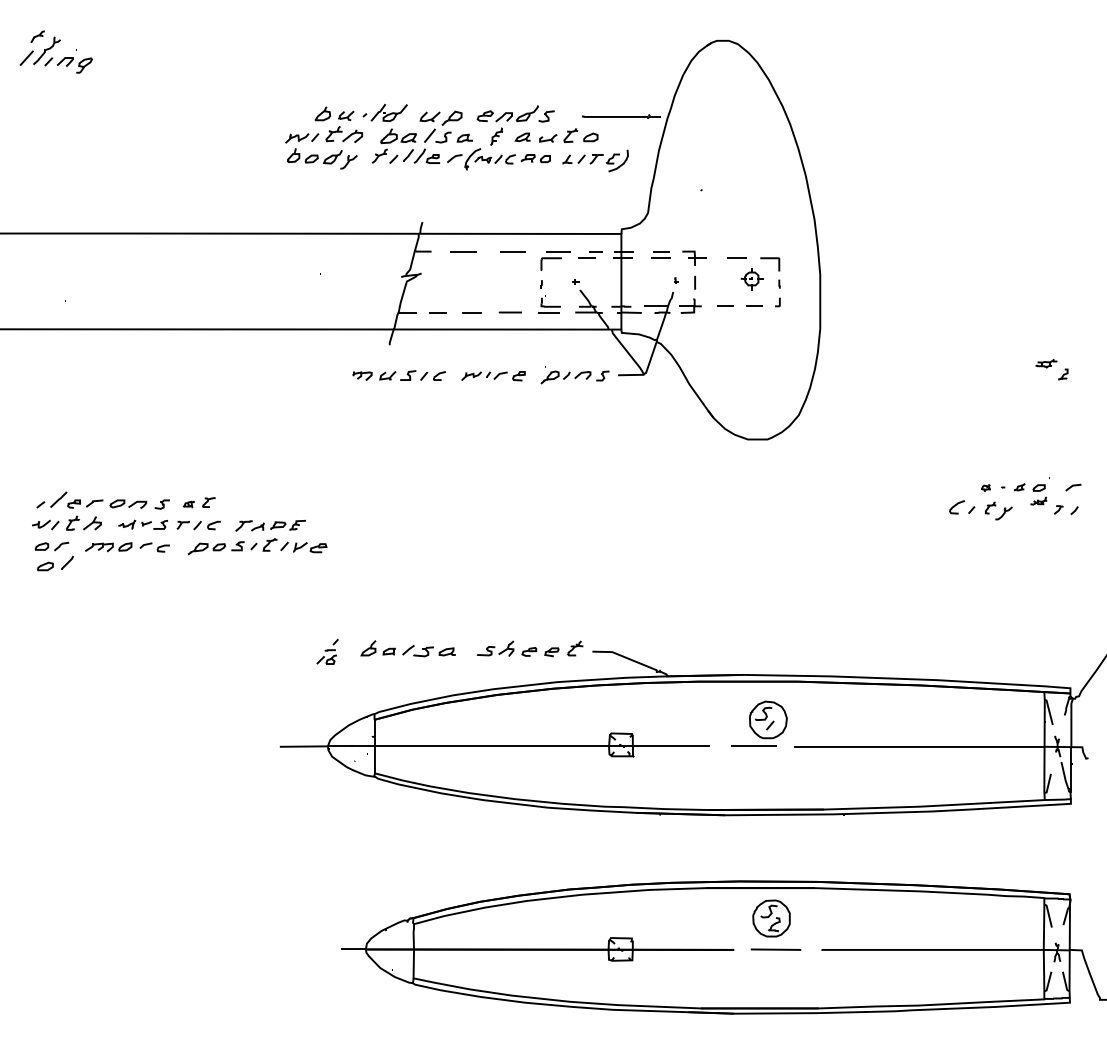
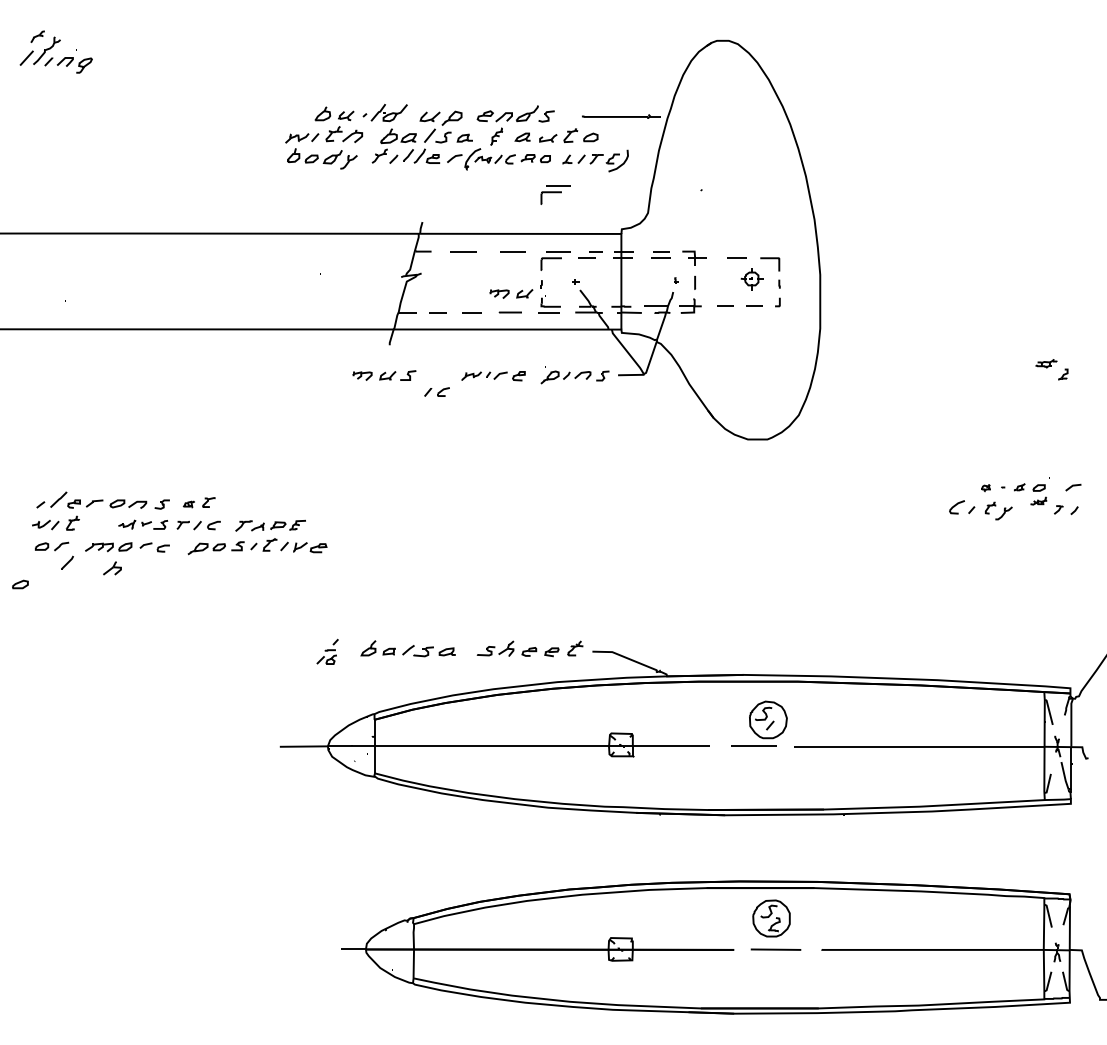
part at (555, 194): none -> present
part at (511, 293): none -> present
part at (432, 375) position: (432, 375) -> (436, 391)
part at (92, 523) position: (92, 523) -> (112, 568)
part at (45, 566) position: (45, 566) -> (20, 584)
